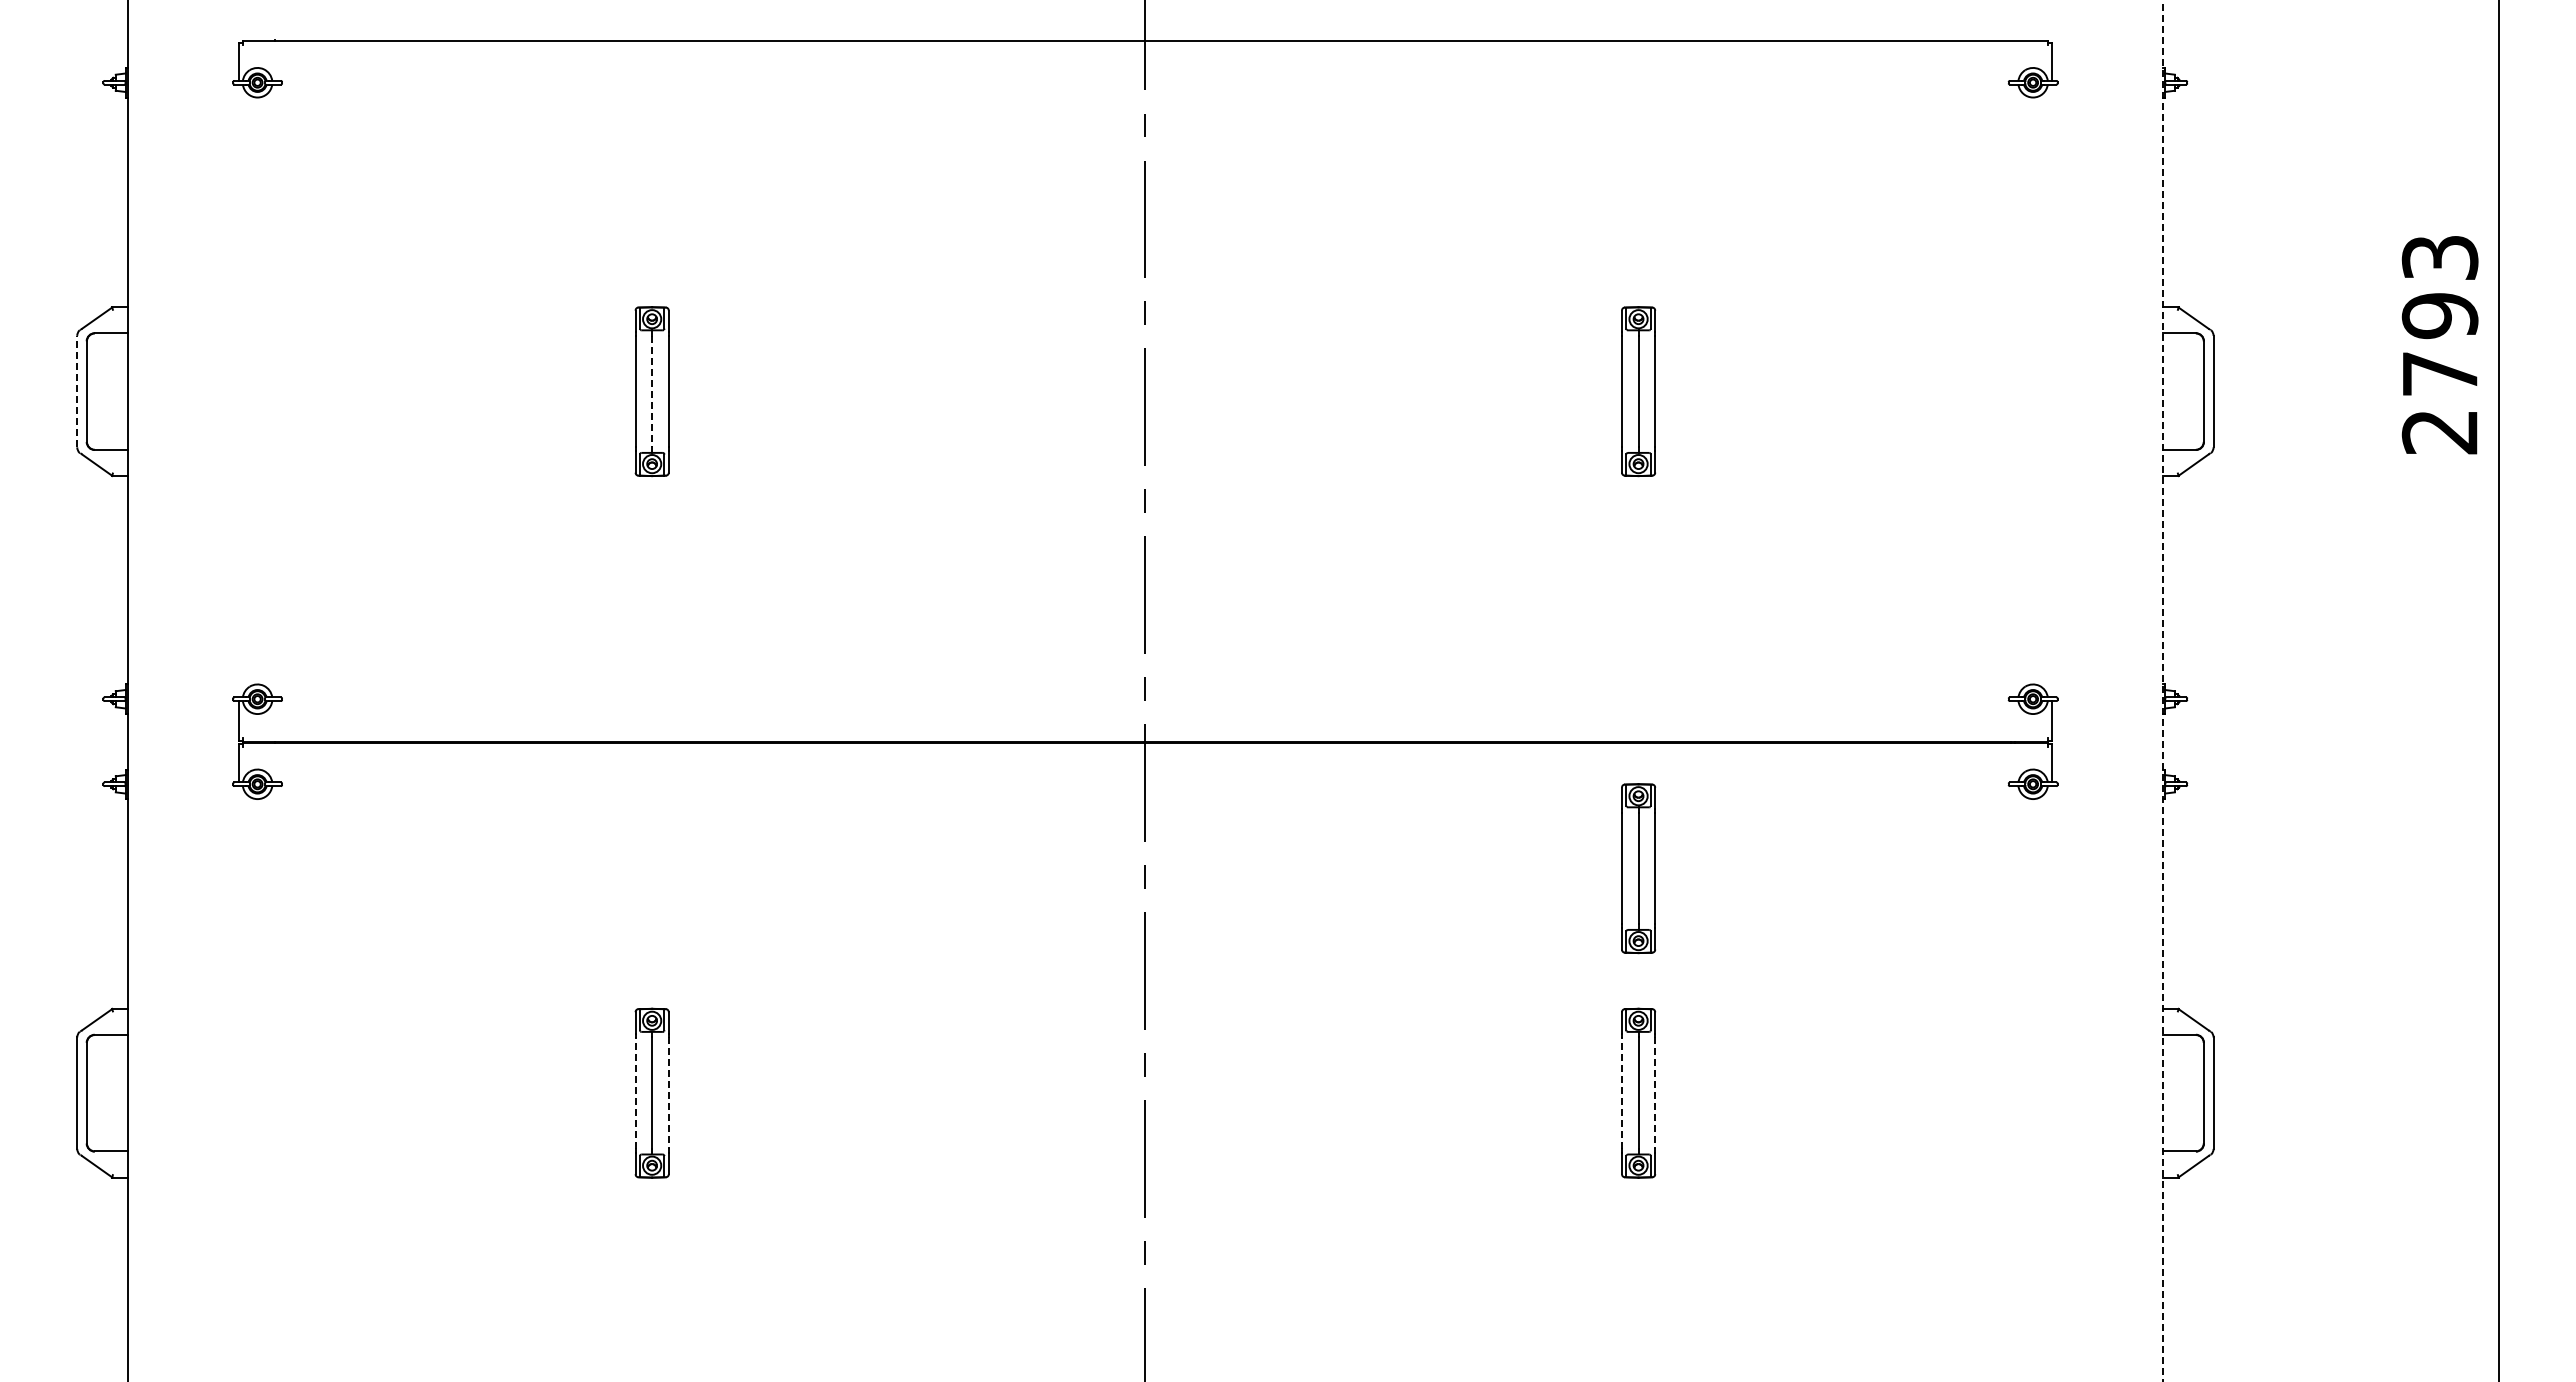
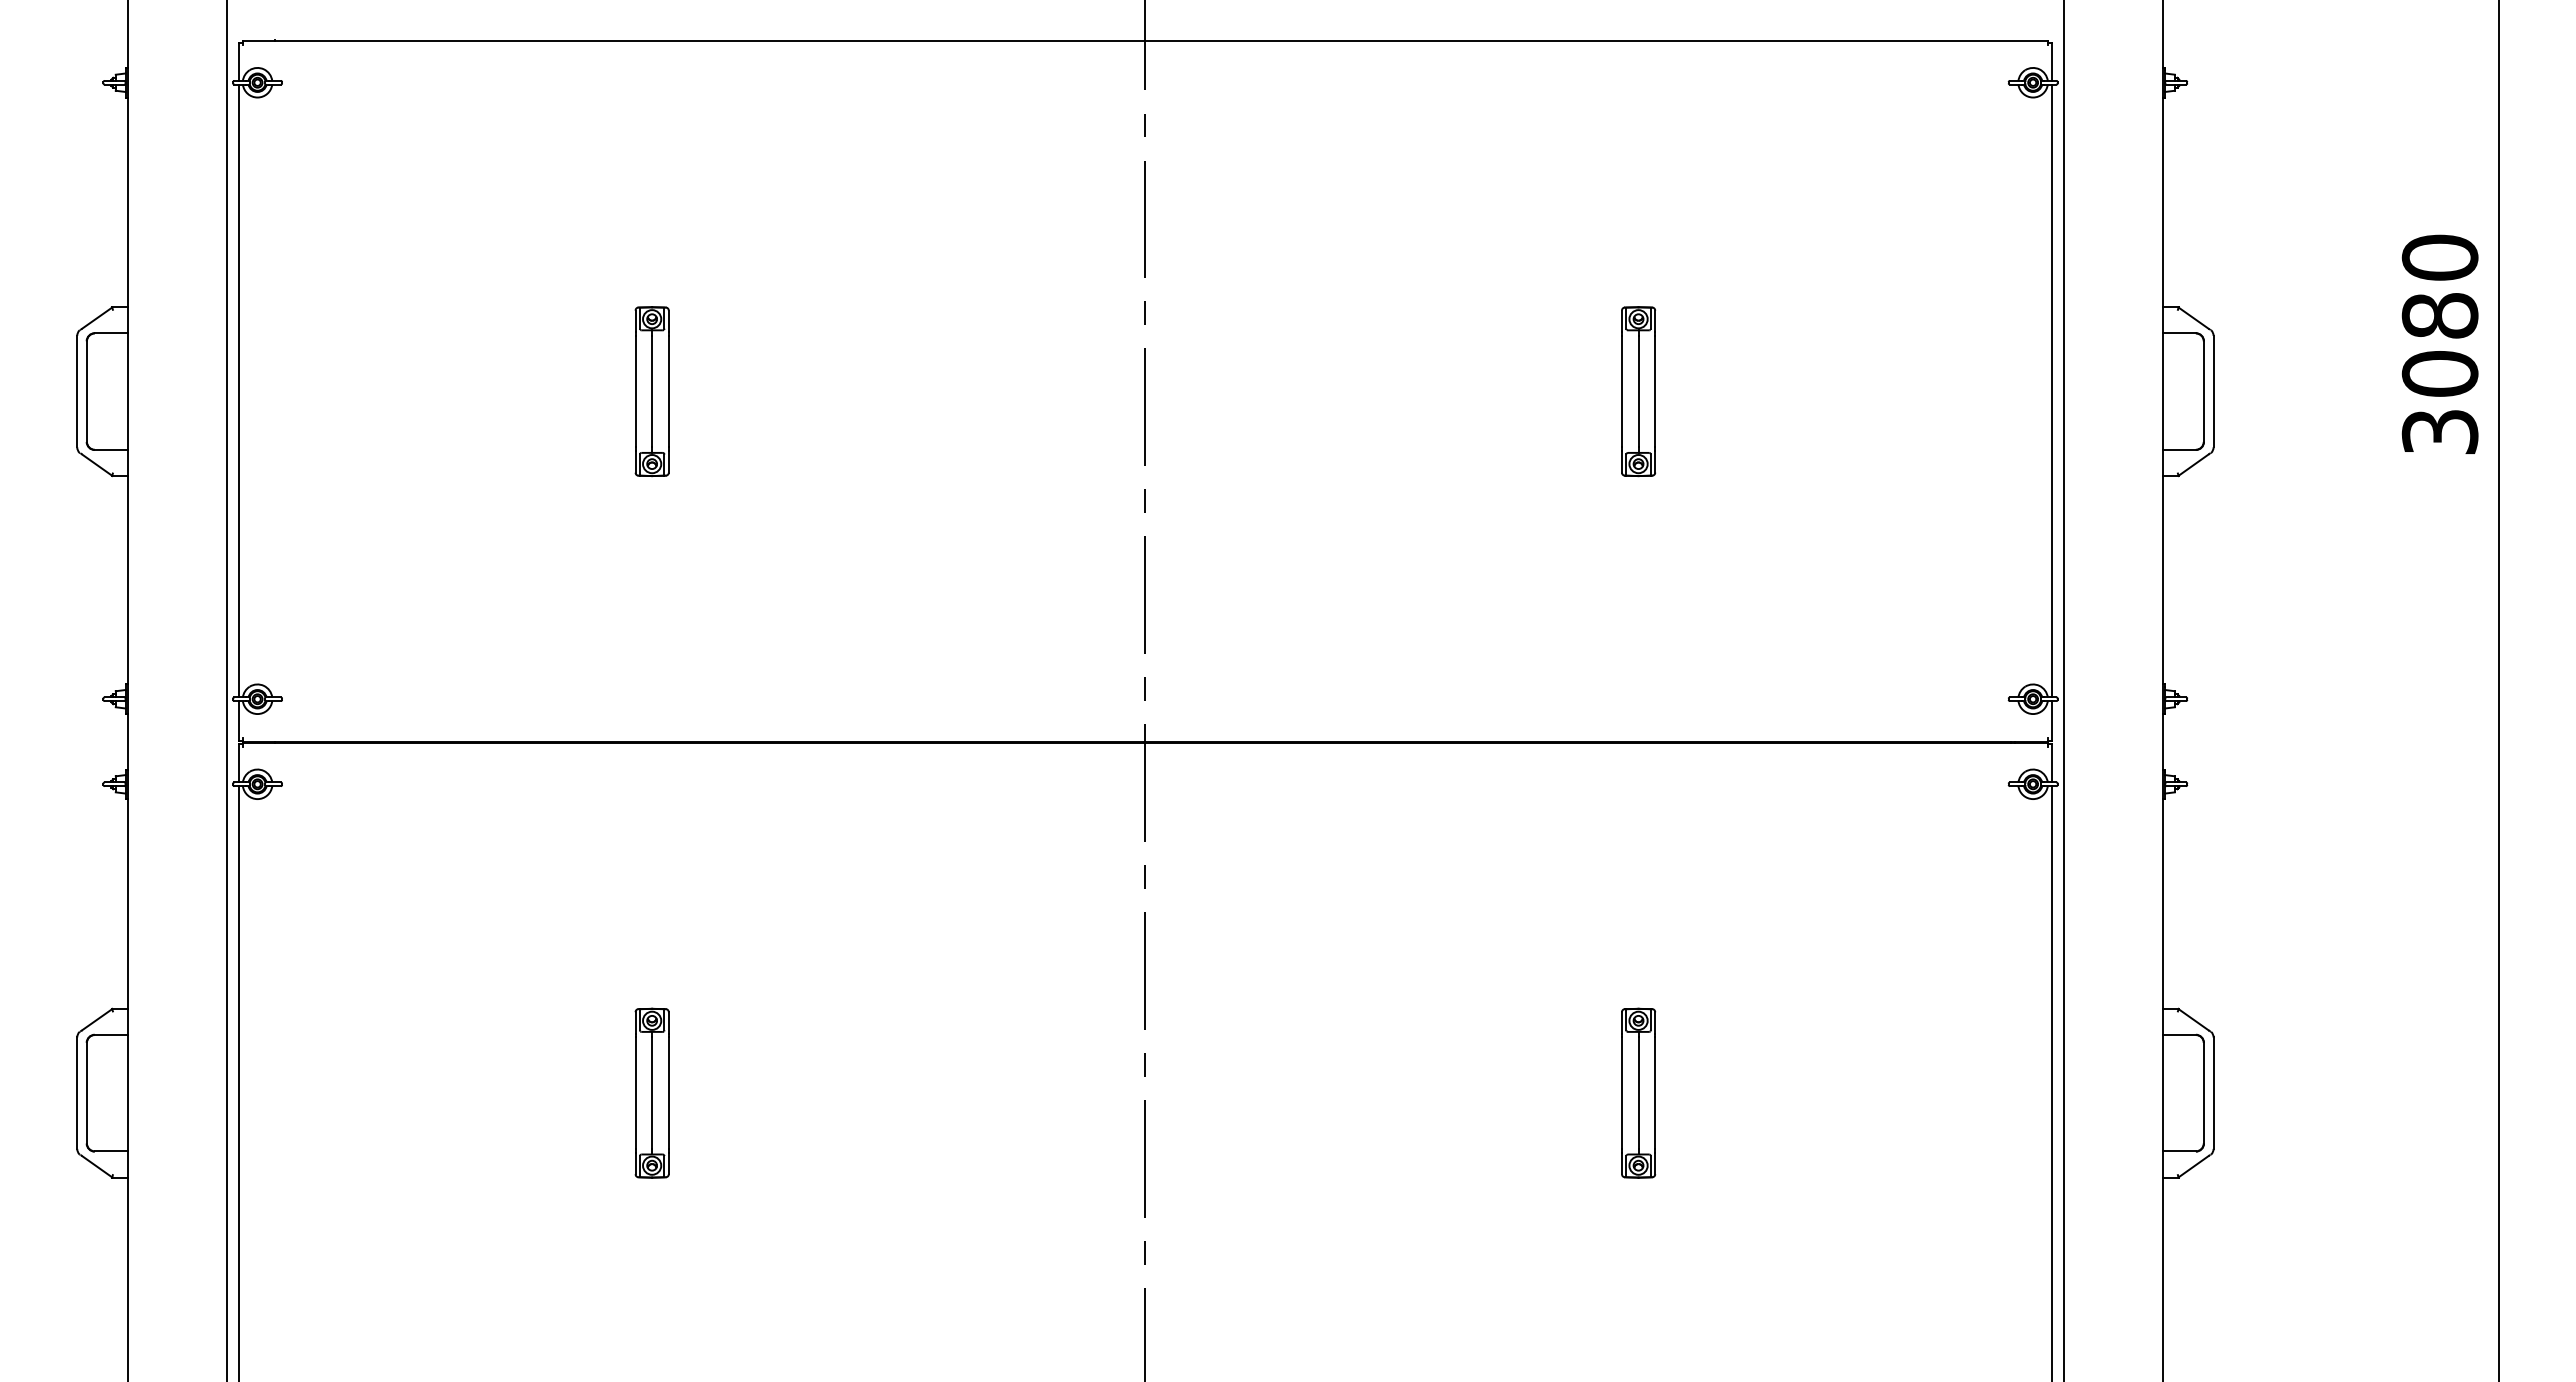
text at (2439, 344): 2793 -> 3080
line at (239, 390): none -> present
line at (2051, 390): none -> present
line at (77, 391): dashed -> solid
line at (652, 391): dashed -> solid
line at (226, 690): none -> present
line at (2063, 690): none -> present
line at (2162, 690): dashed -> solid
part at (1638, 868): present -> none
line at (239, 1082): none -> present
line at (2051, 1082): none -> present
line at (635, 1093): dashed -> solid
line at (668, 1093): dashed -> solid
line at (1621, 1093): dashed -> solid
line at (1655, 1093): dashed -> solid
